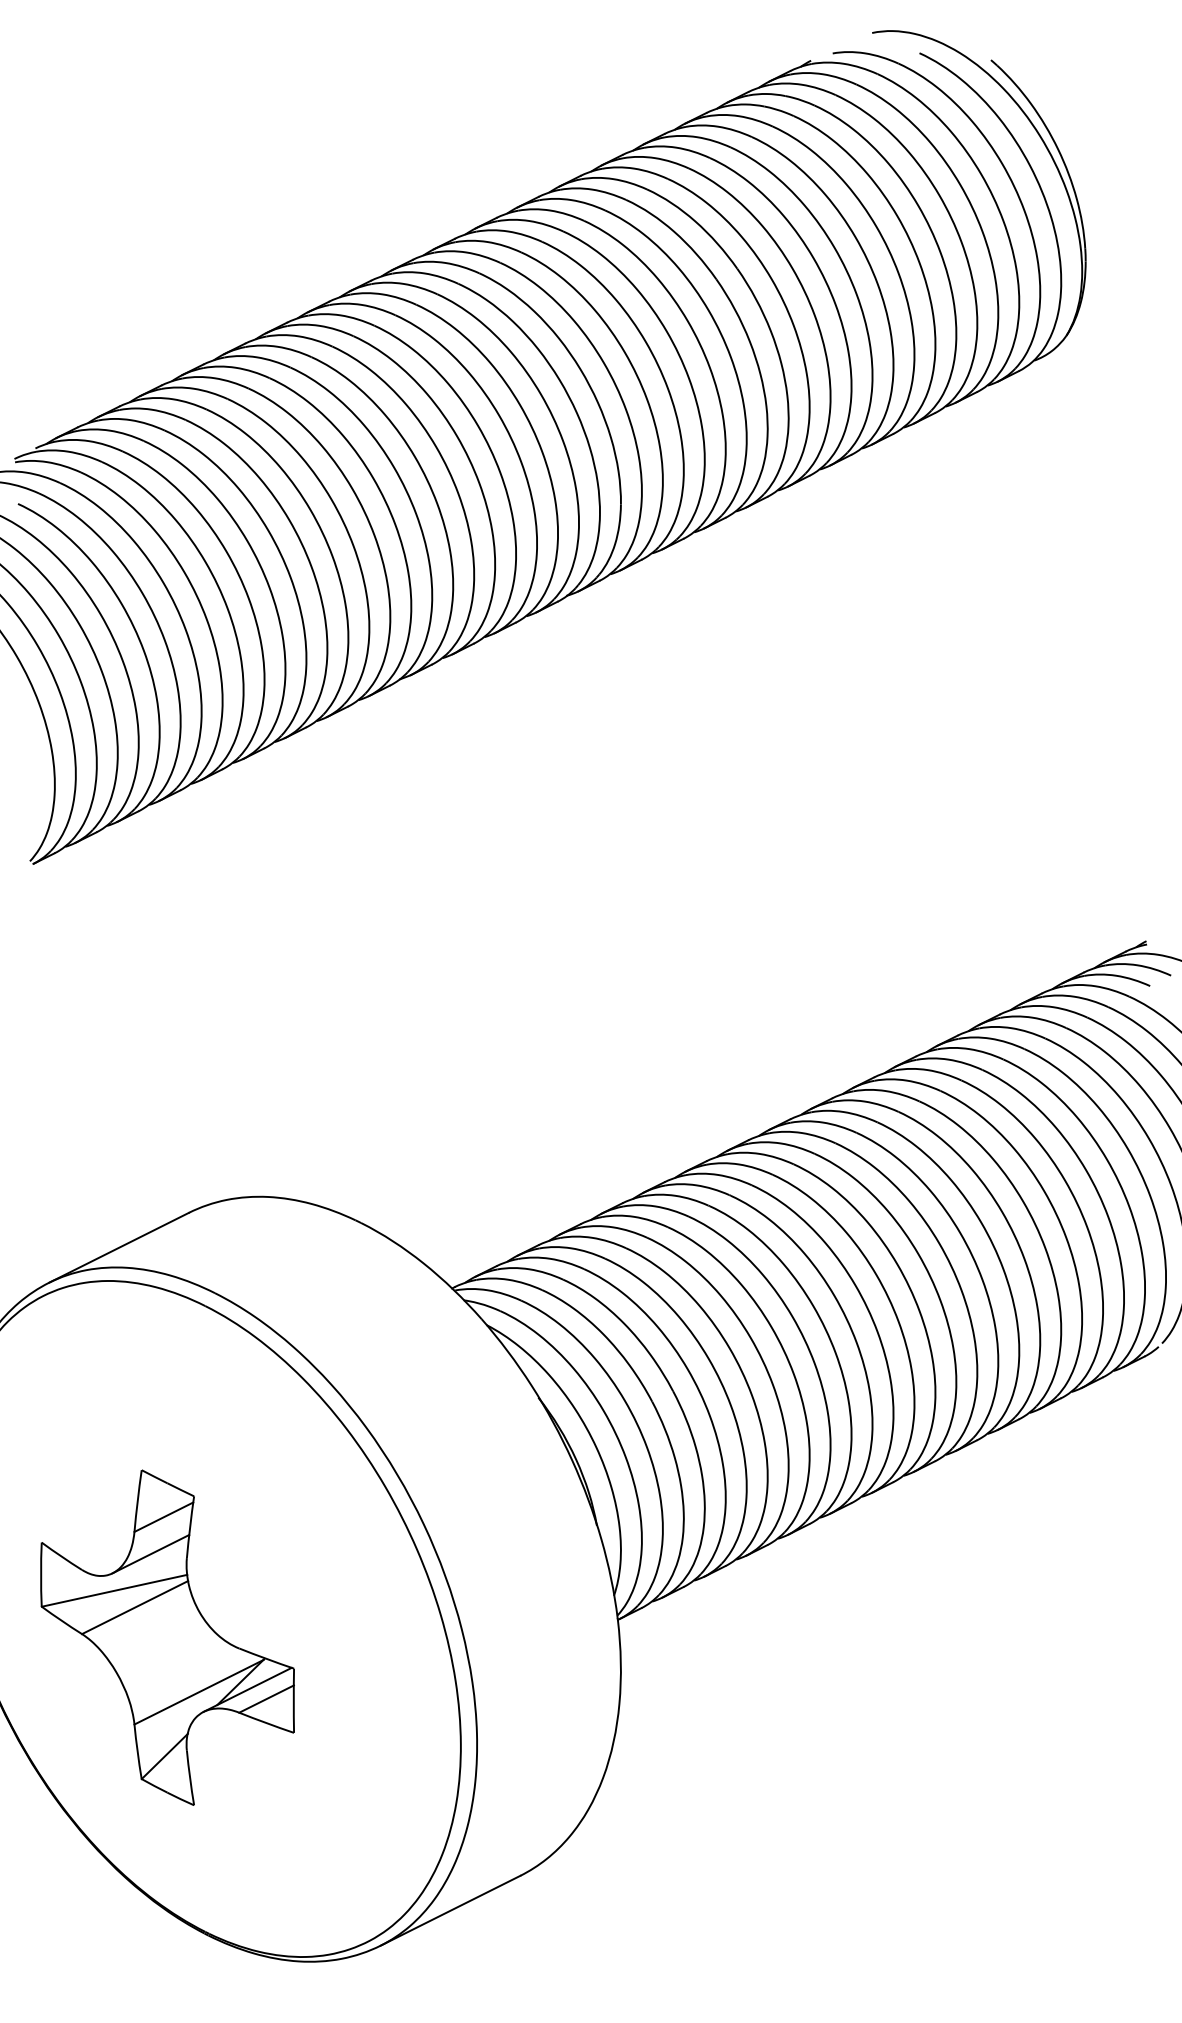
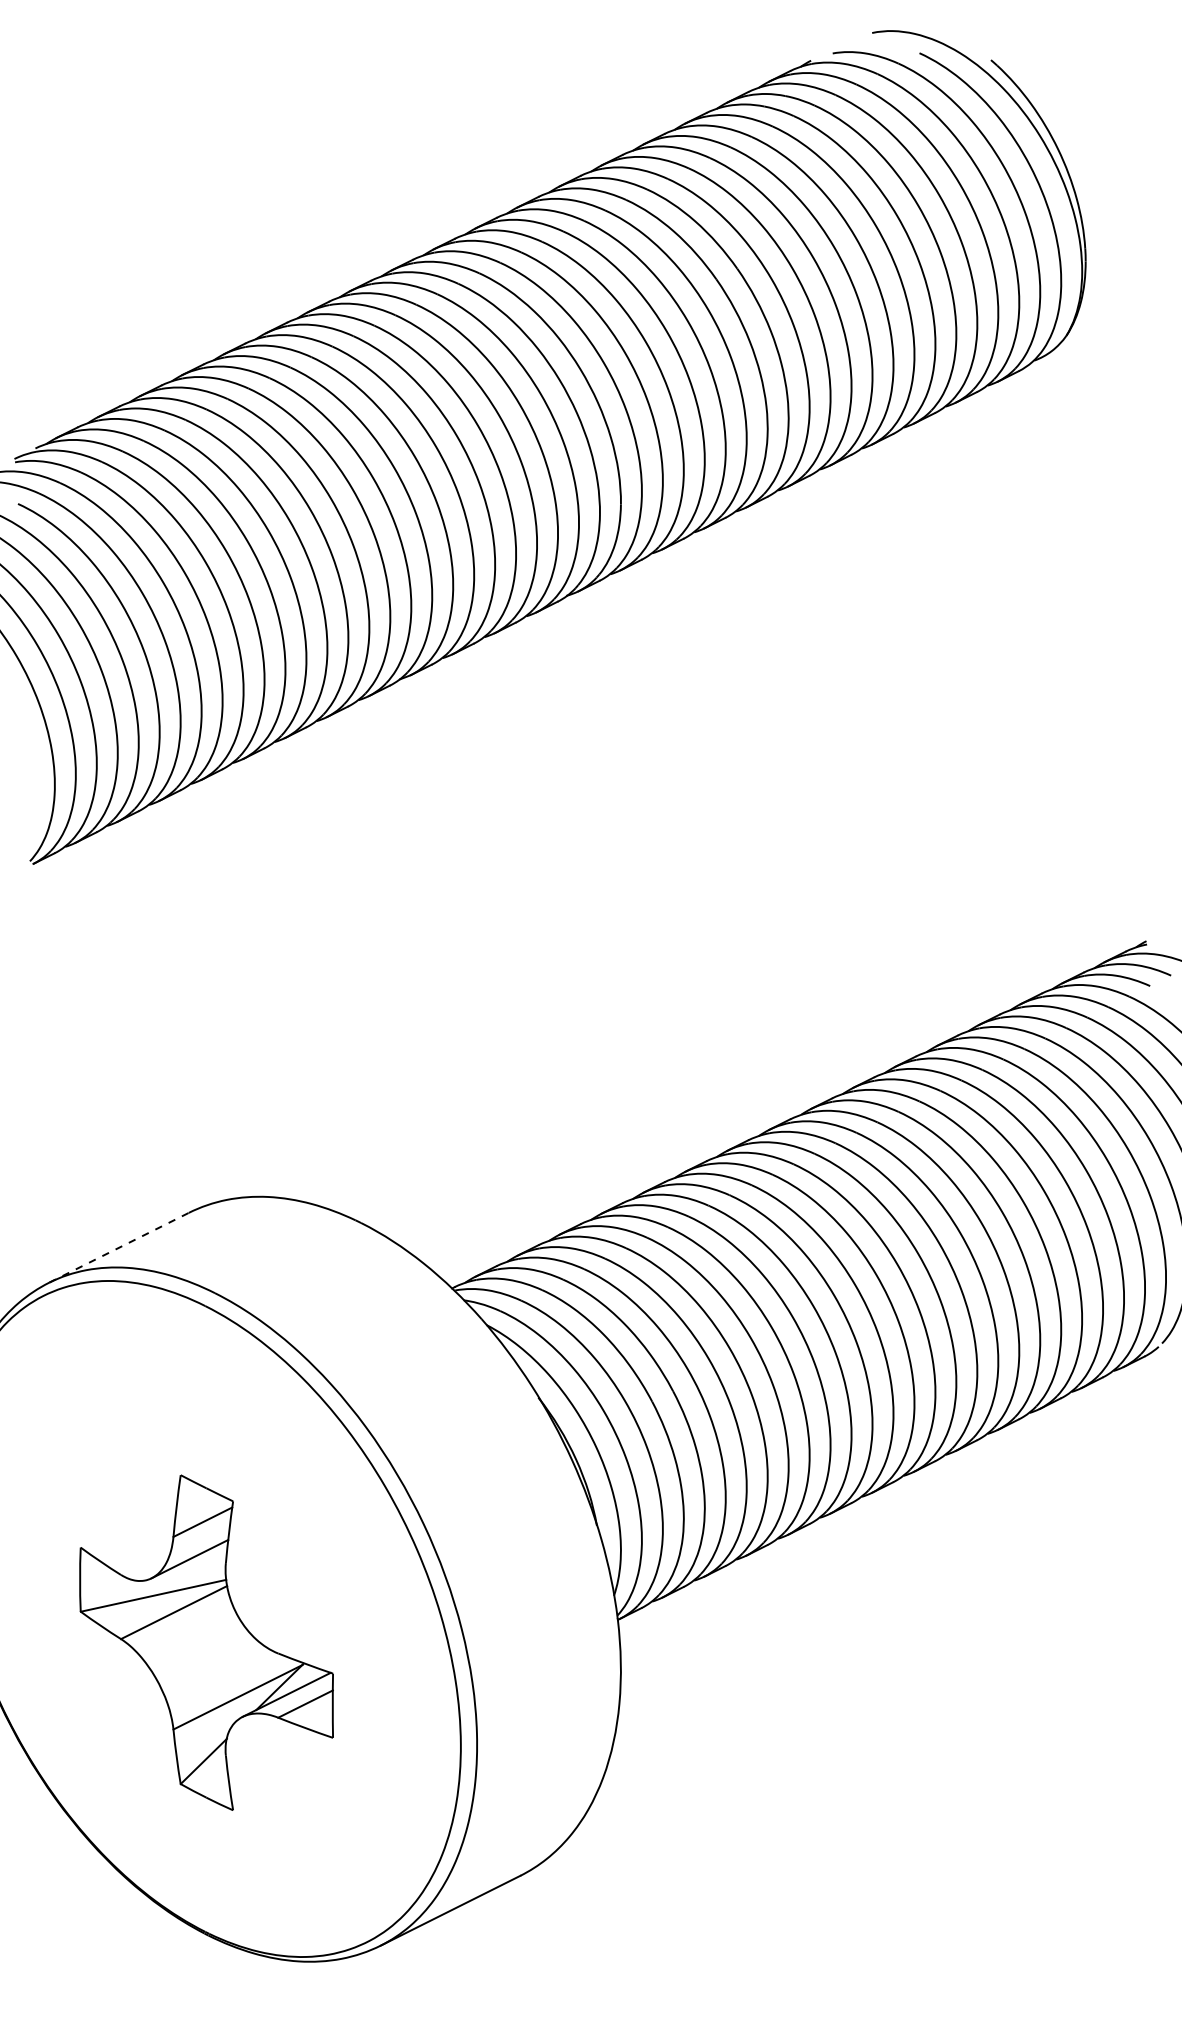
line at (119, 1247): solid -> dashed
part at (167, 1637) position: (167, 1637) -> (206, 1642)
